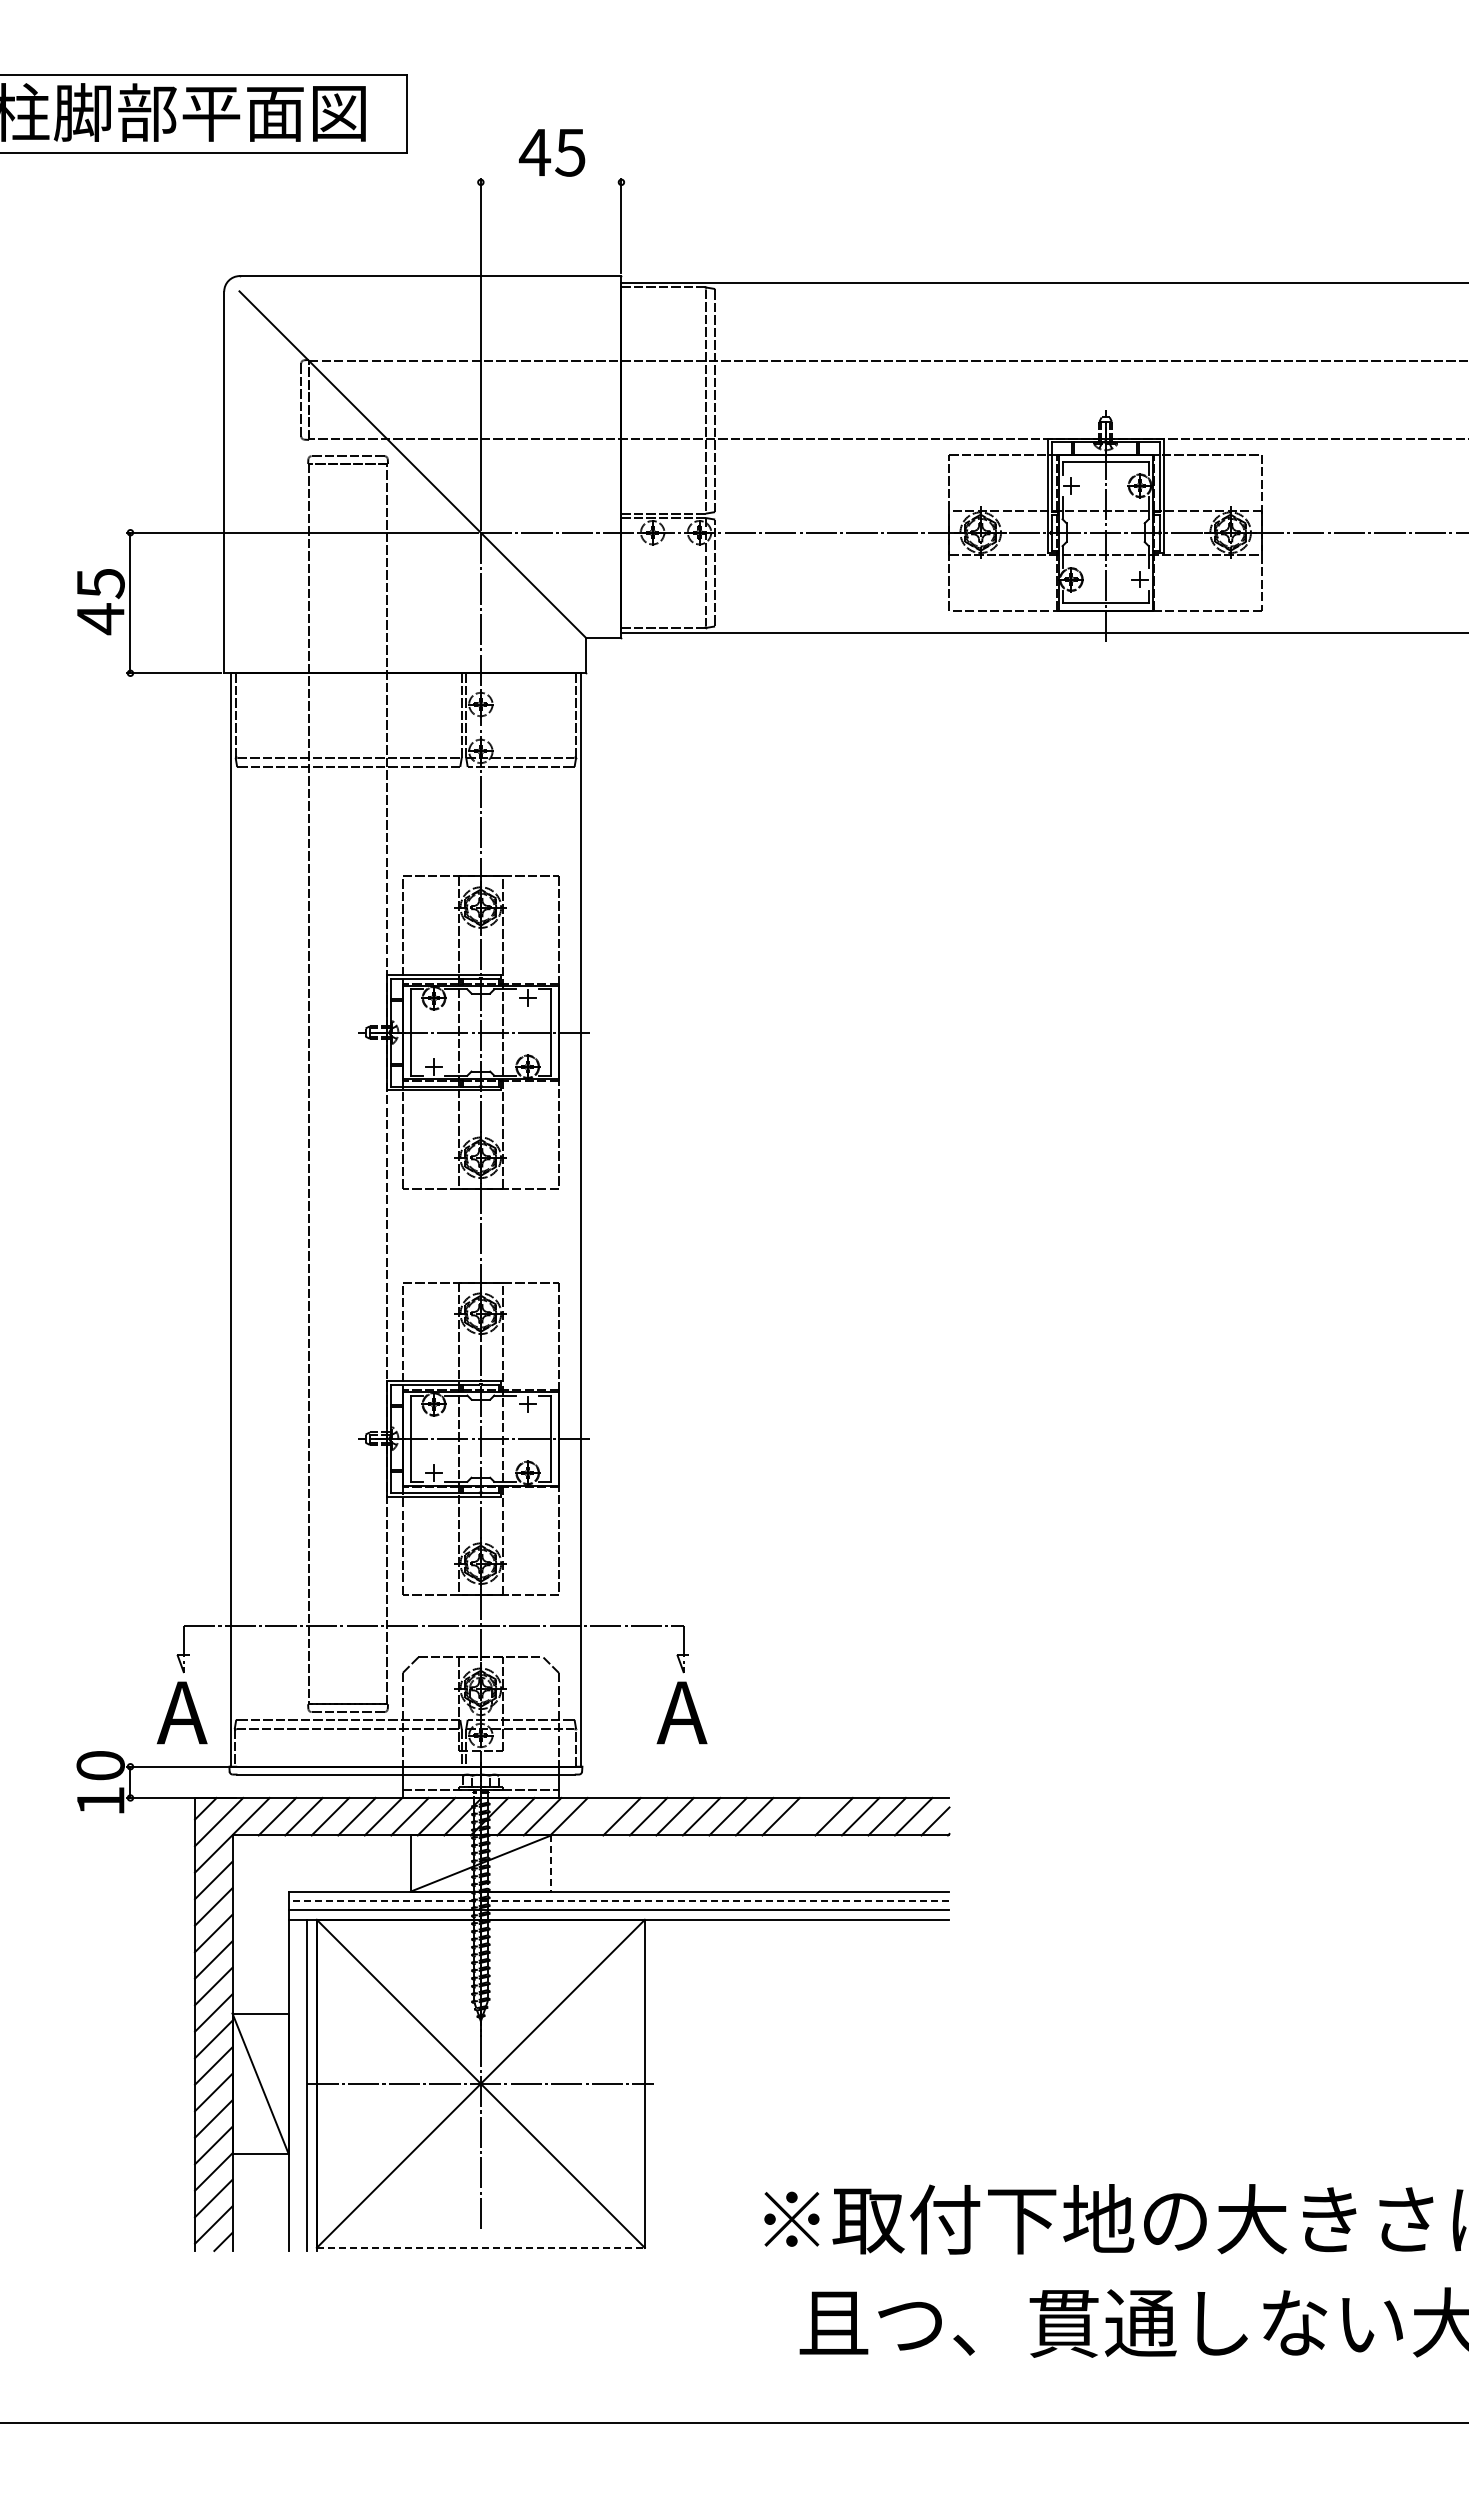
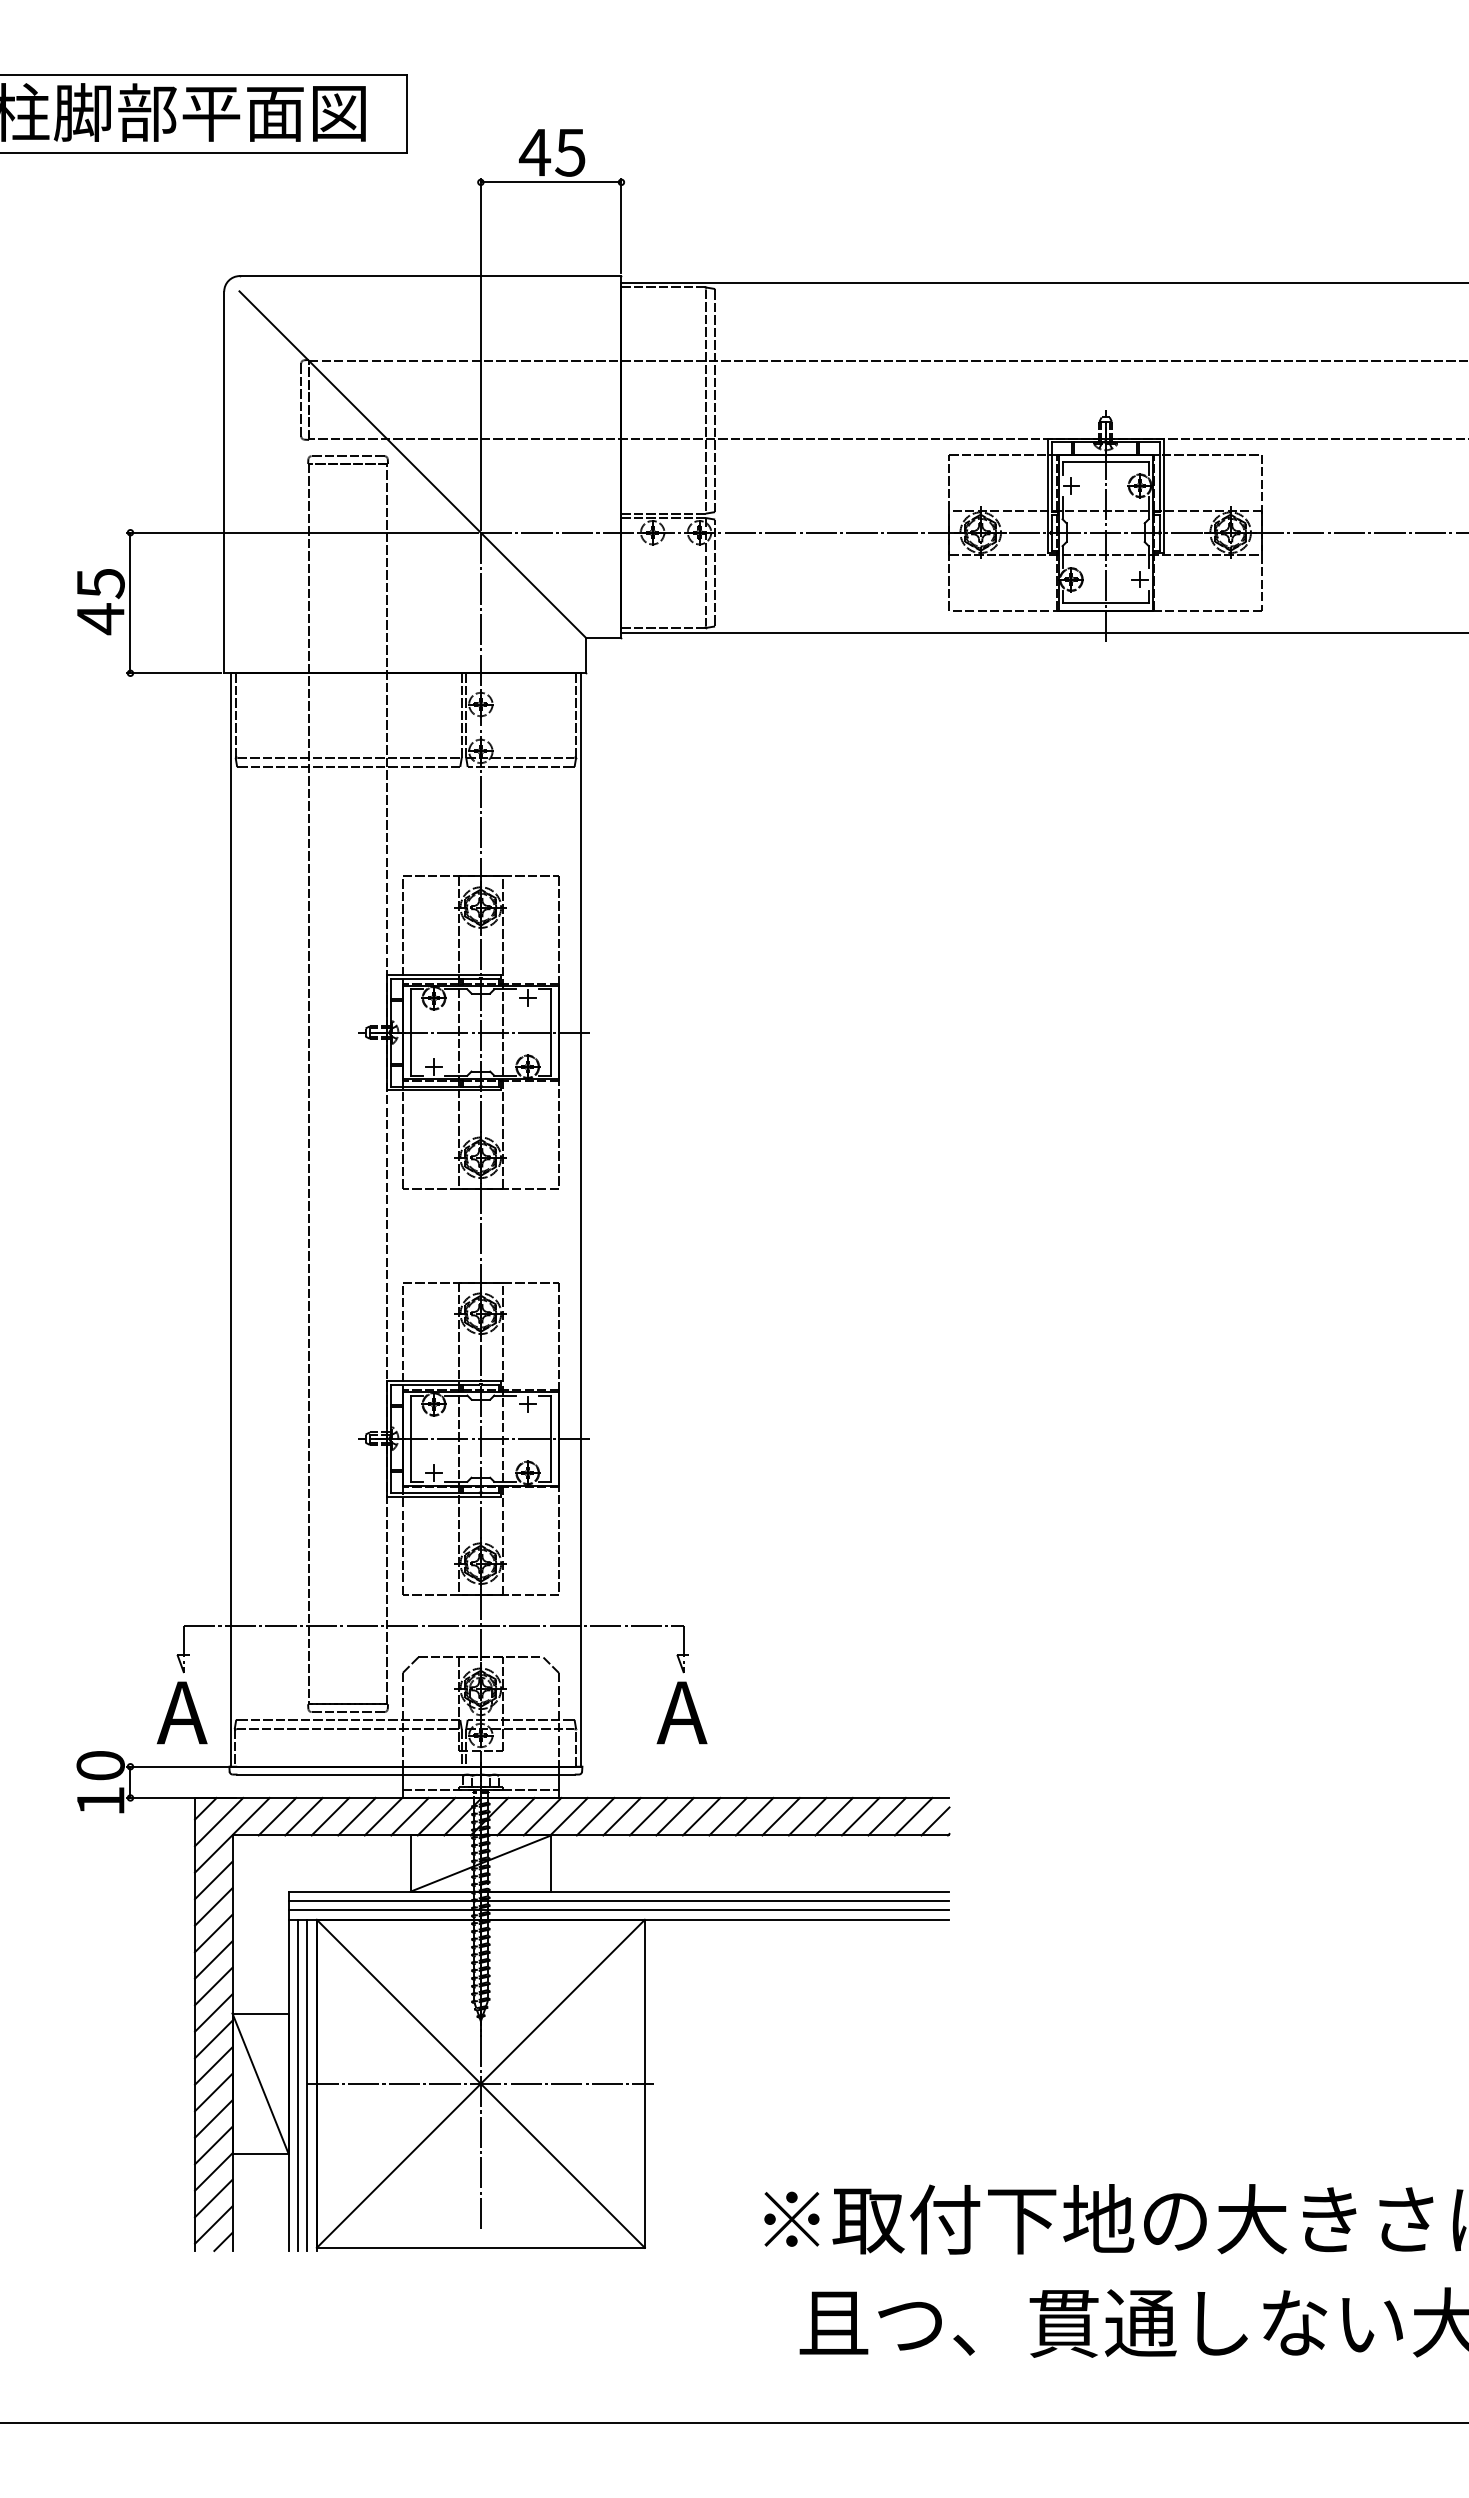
line at (550, 182): none -> present
line at (595, 1816): none -> present
line at (807, 1816): none -> present
line at (551, 1864): dashed -> solid
line at (618, 1901): dashed -> solid
line at (298, 2084): none -> present
line at (481, 2247): dashed -> solid
